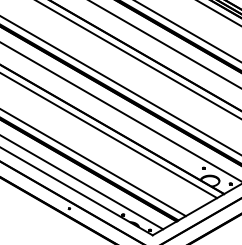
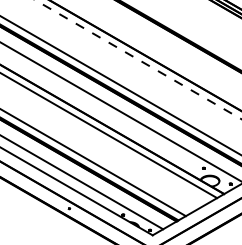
line at (219, 13): present -> none
line at (187, 31): present -> none
line at (164, 44): present -> none
line at (138, 59): solid -> dashed
